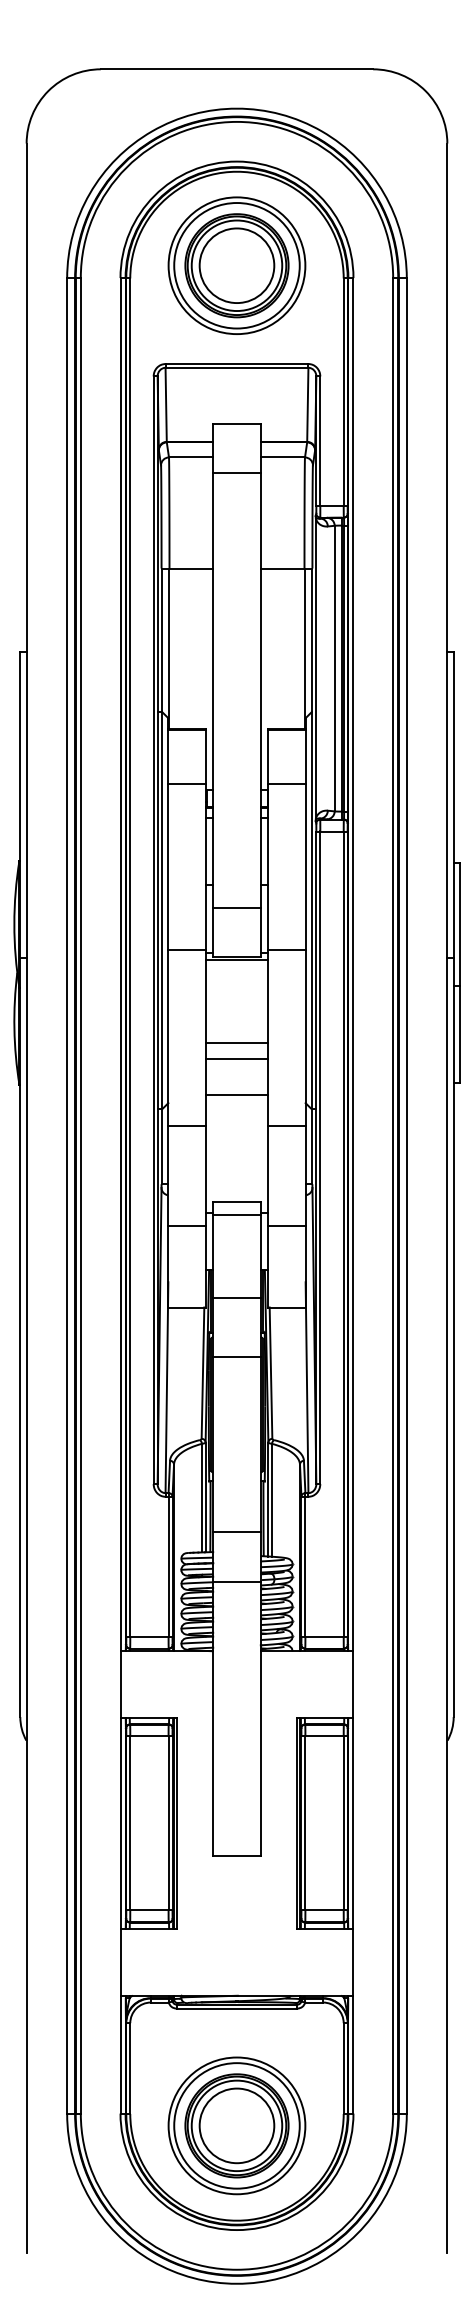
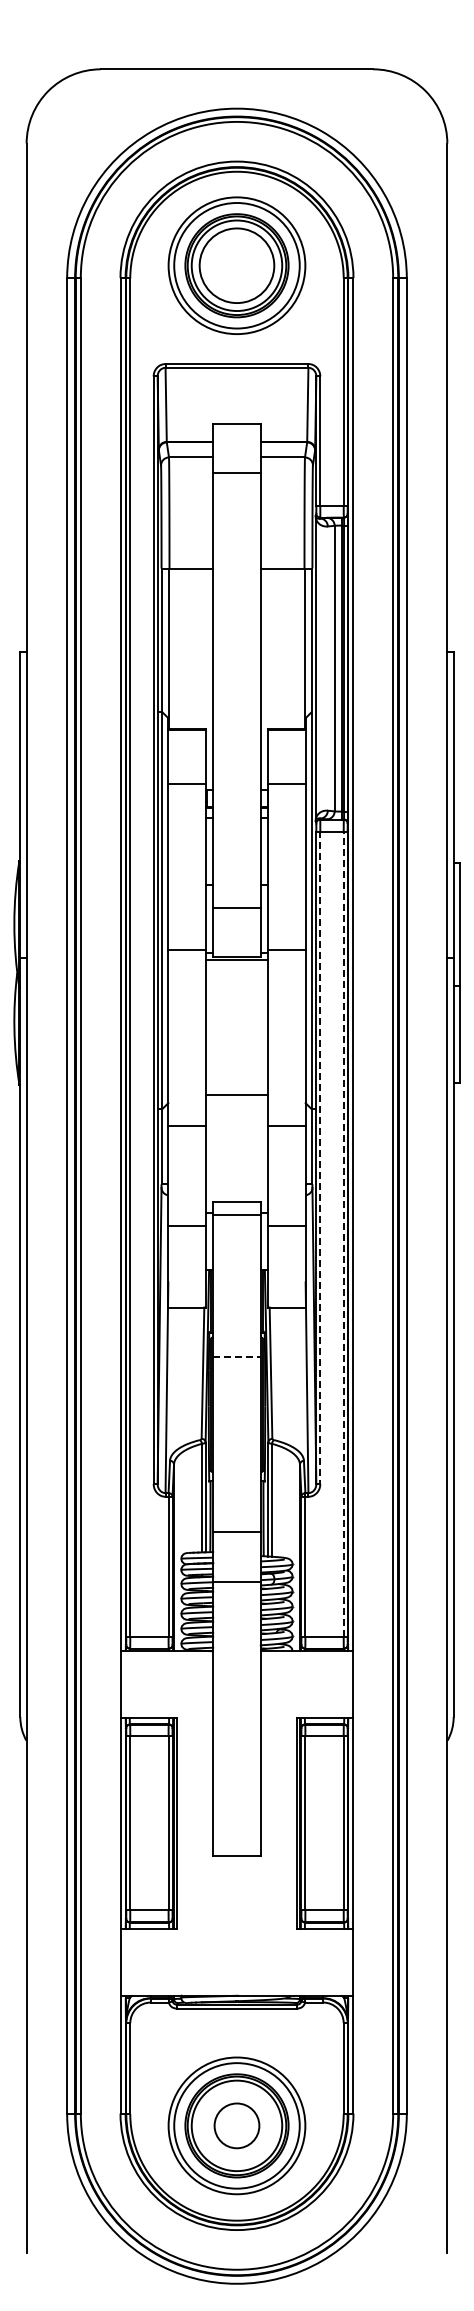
line at (236, 1043): present -> none
line at (236, 1059): present -> none
line at (320, 1158): solid -> dashed
line at (343, 1234): solid -> dashed
line at (236, 1298): present -> none
line at (236, 1357): solid -> dashed
circle at (236, 2125) diameter: 75 px -> 45 px
